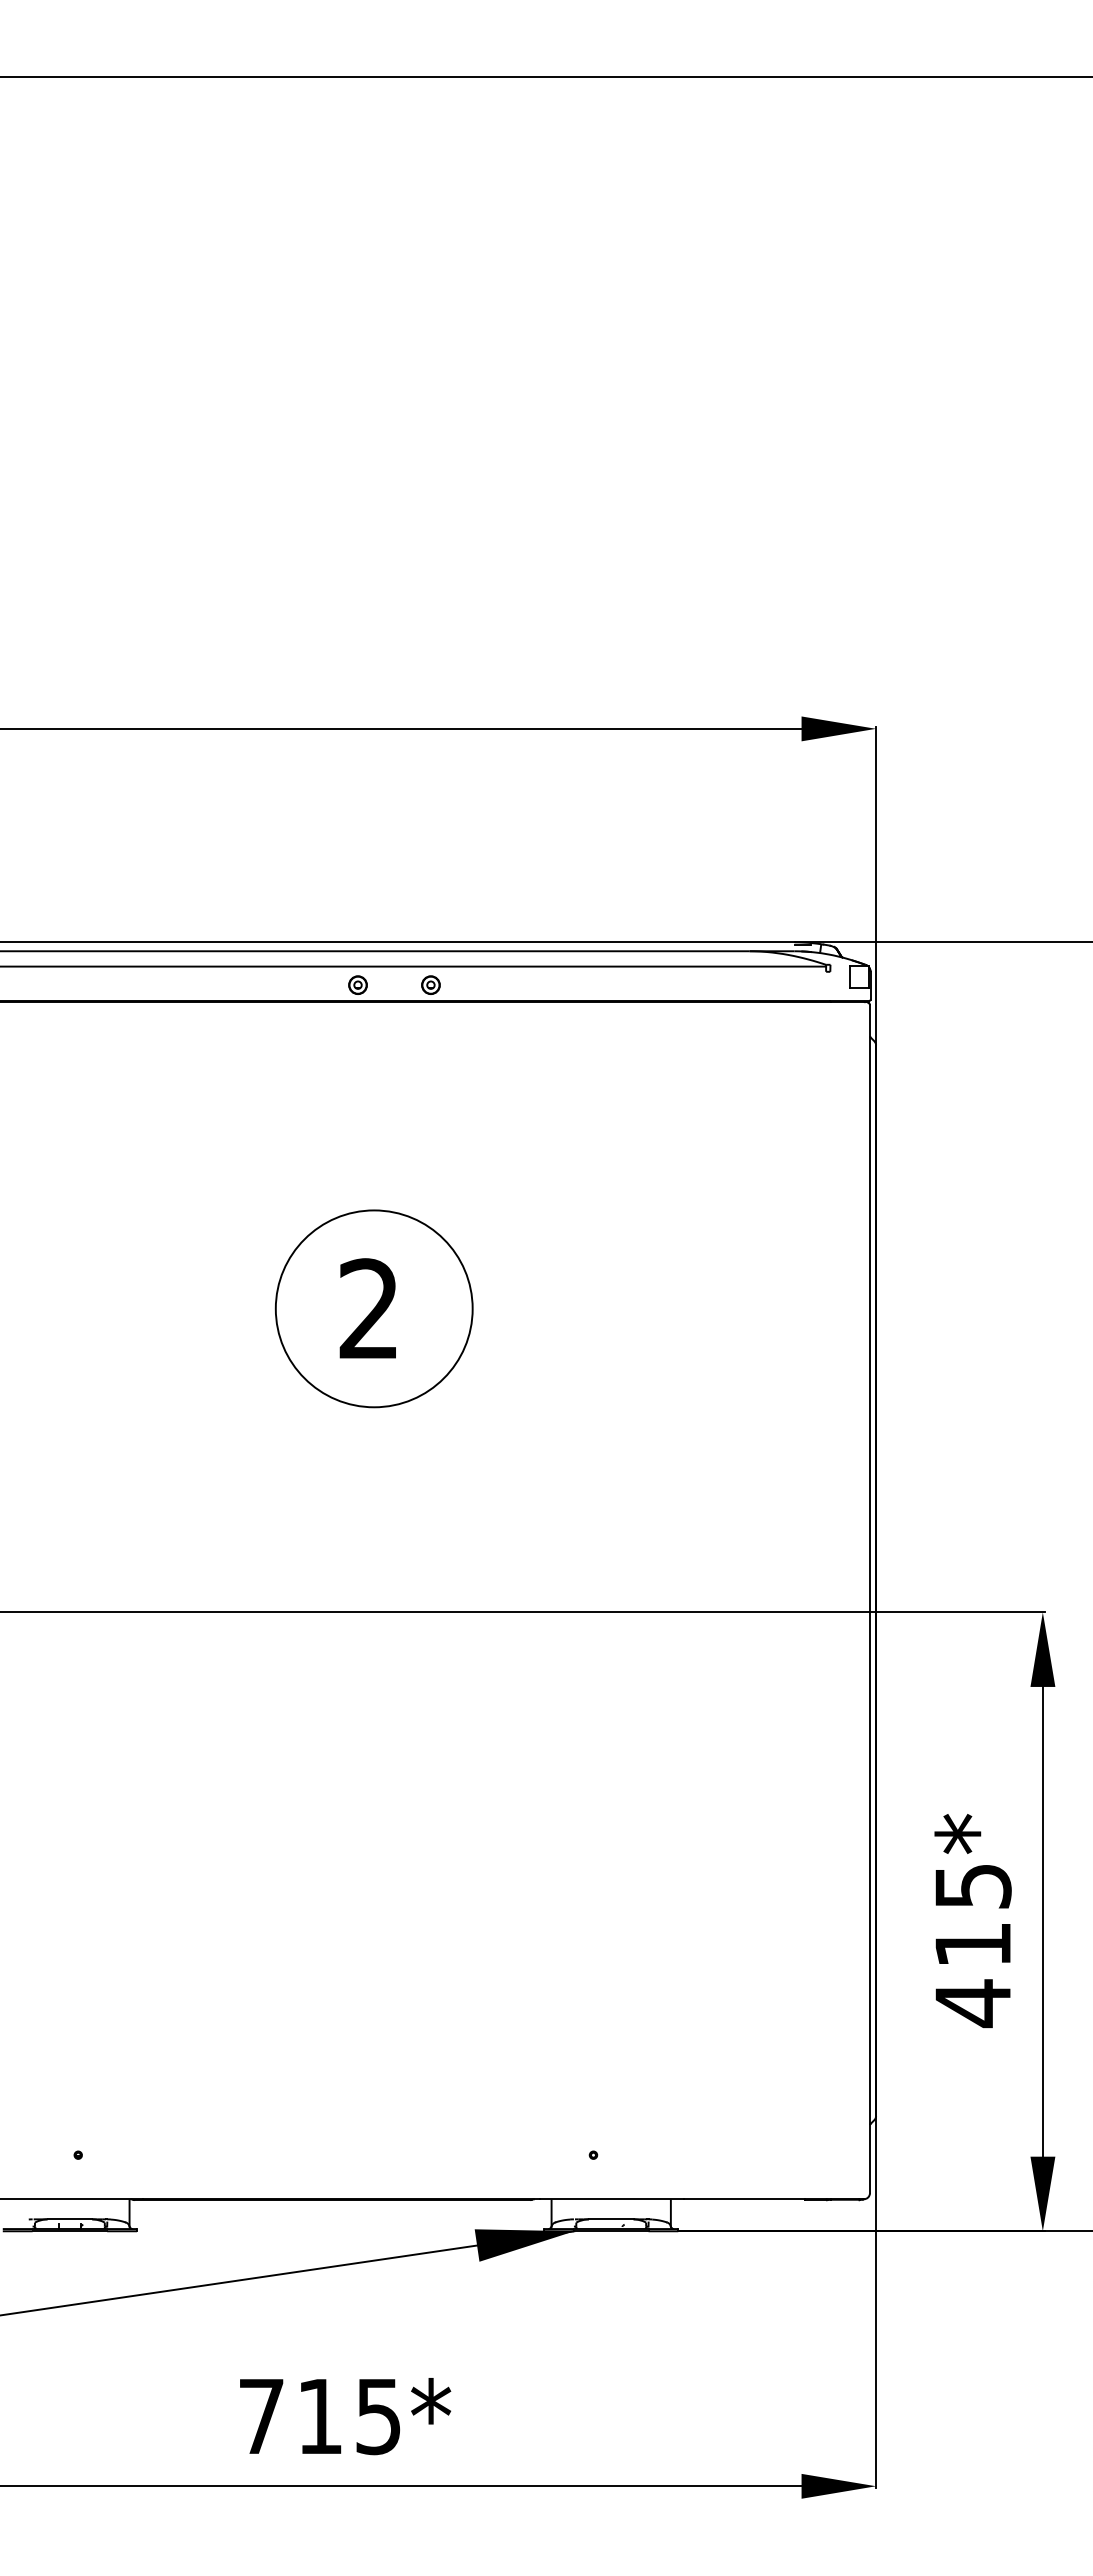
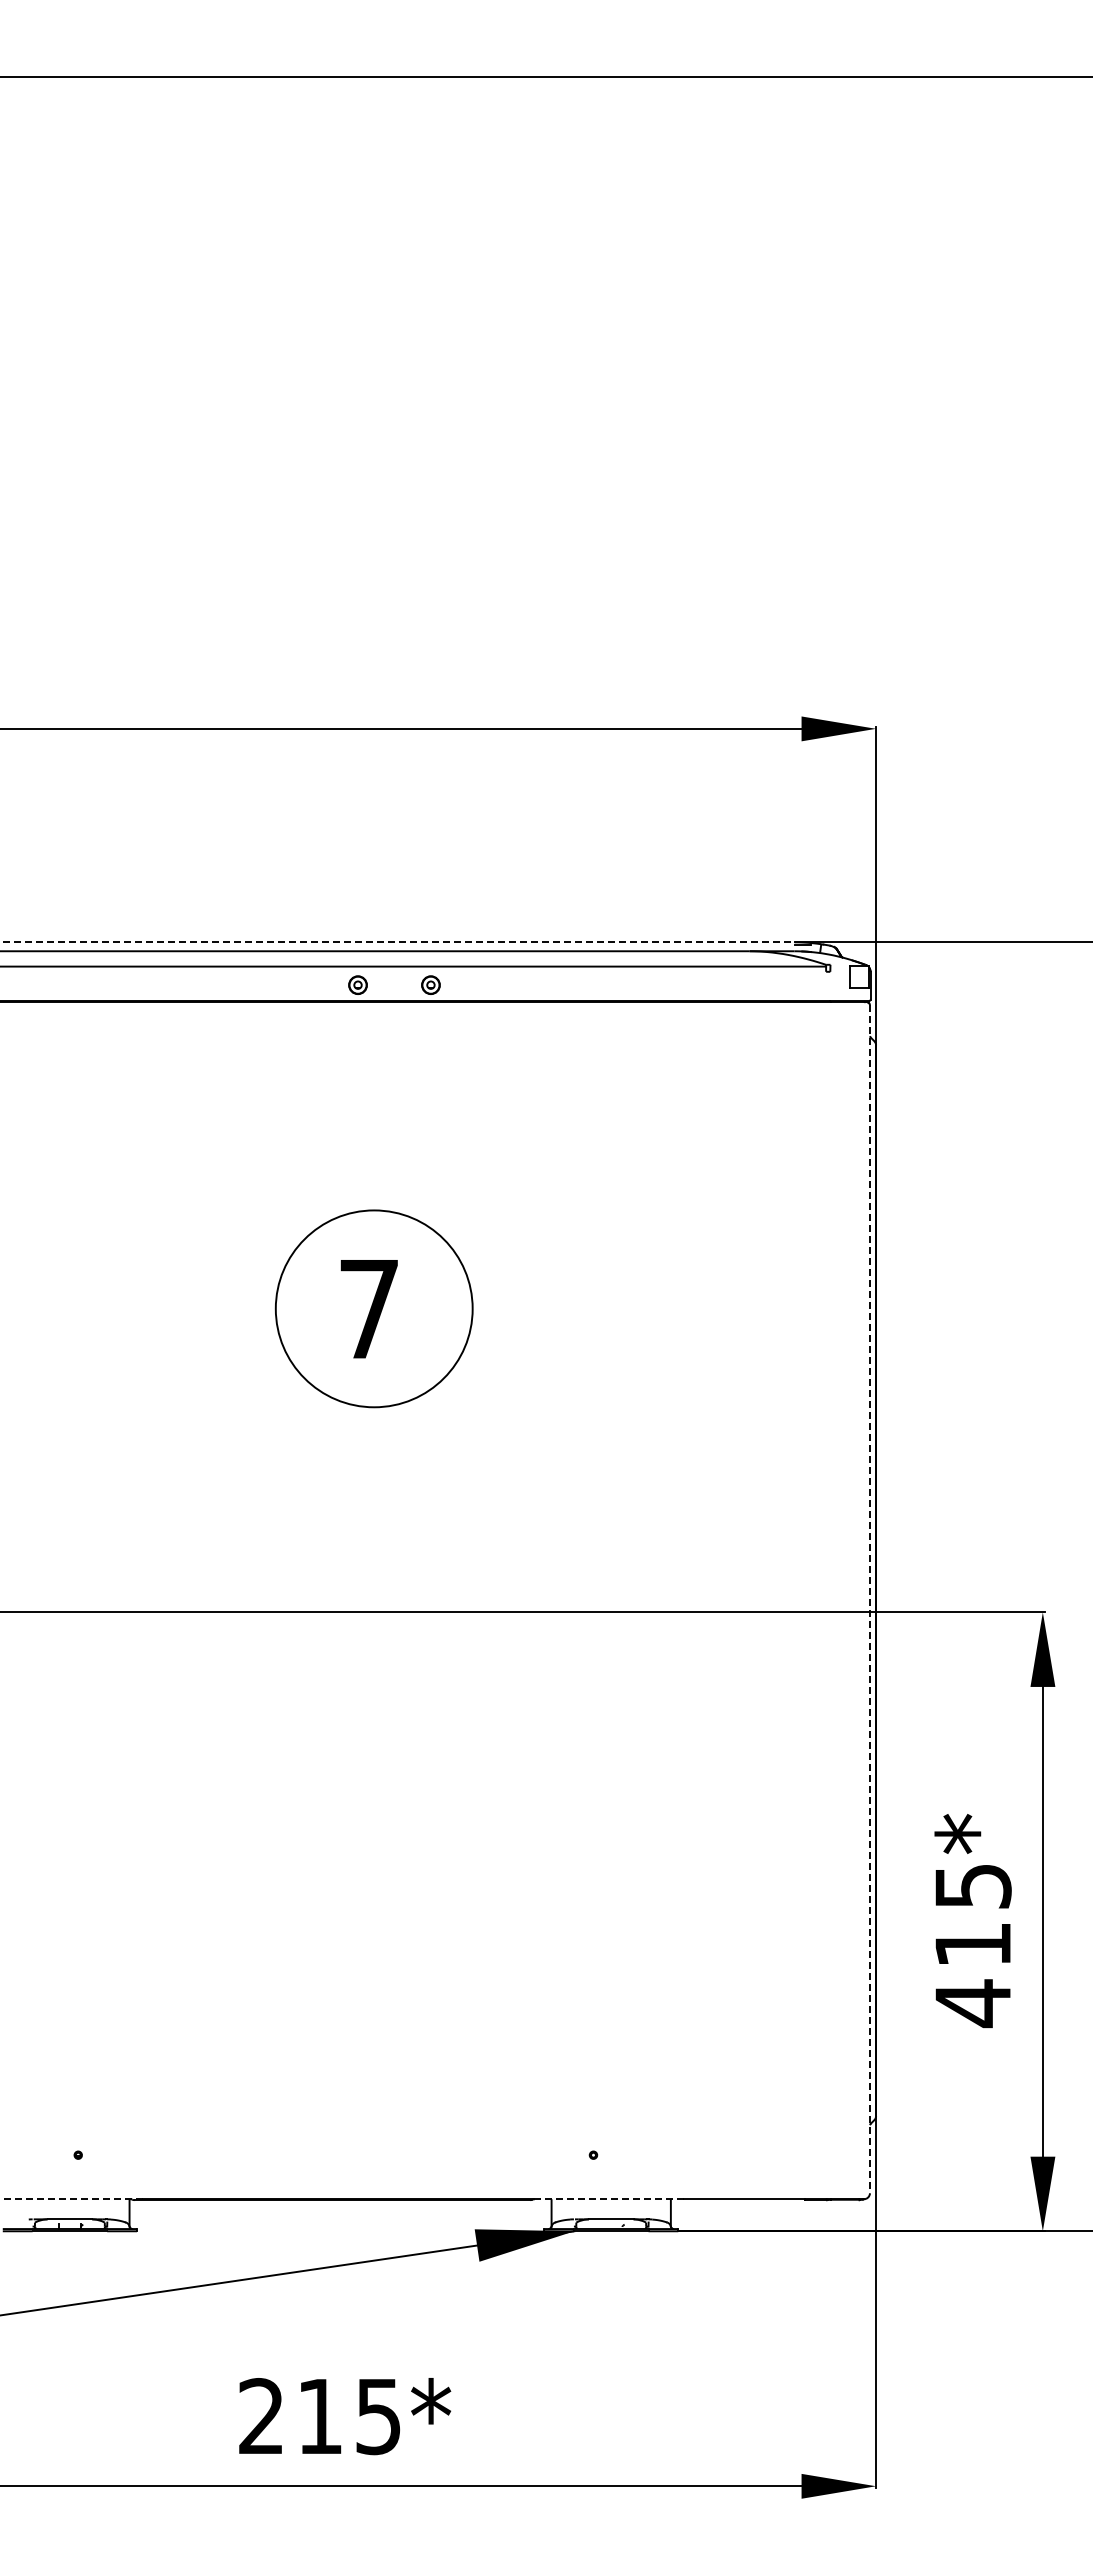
line at (397, 942): solid -> dashed
text at (368, 1308): 2 -> 7
line at (869, 1599): solid -> dashed
line at (71, 2199): solid -> dashed
line at (611, 2199): solid -> dashed
text at (261, 2415): 715* -> 215*
